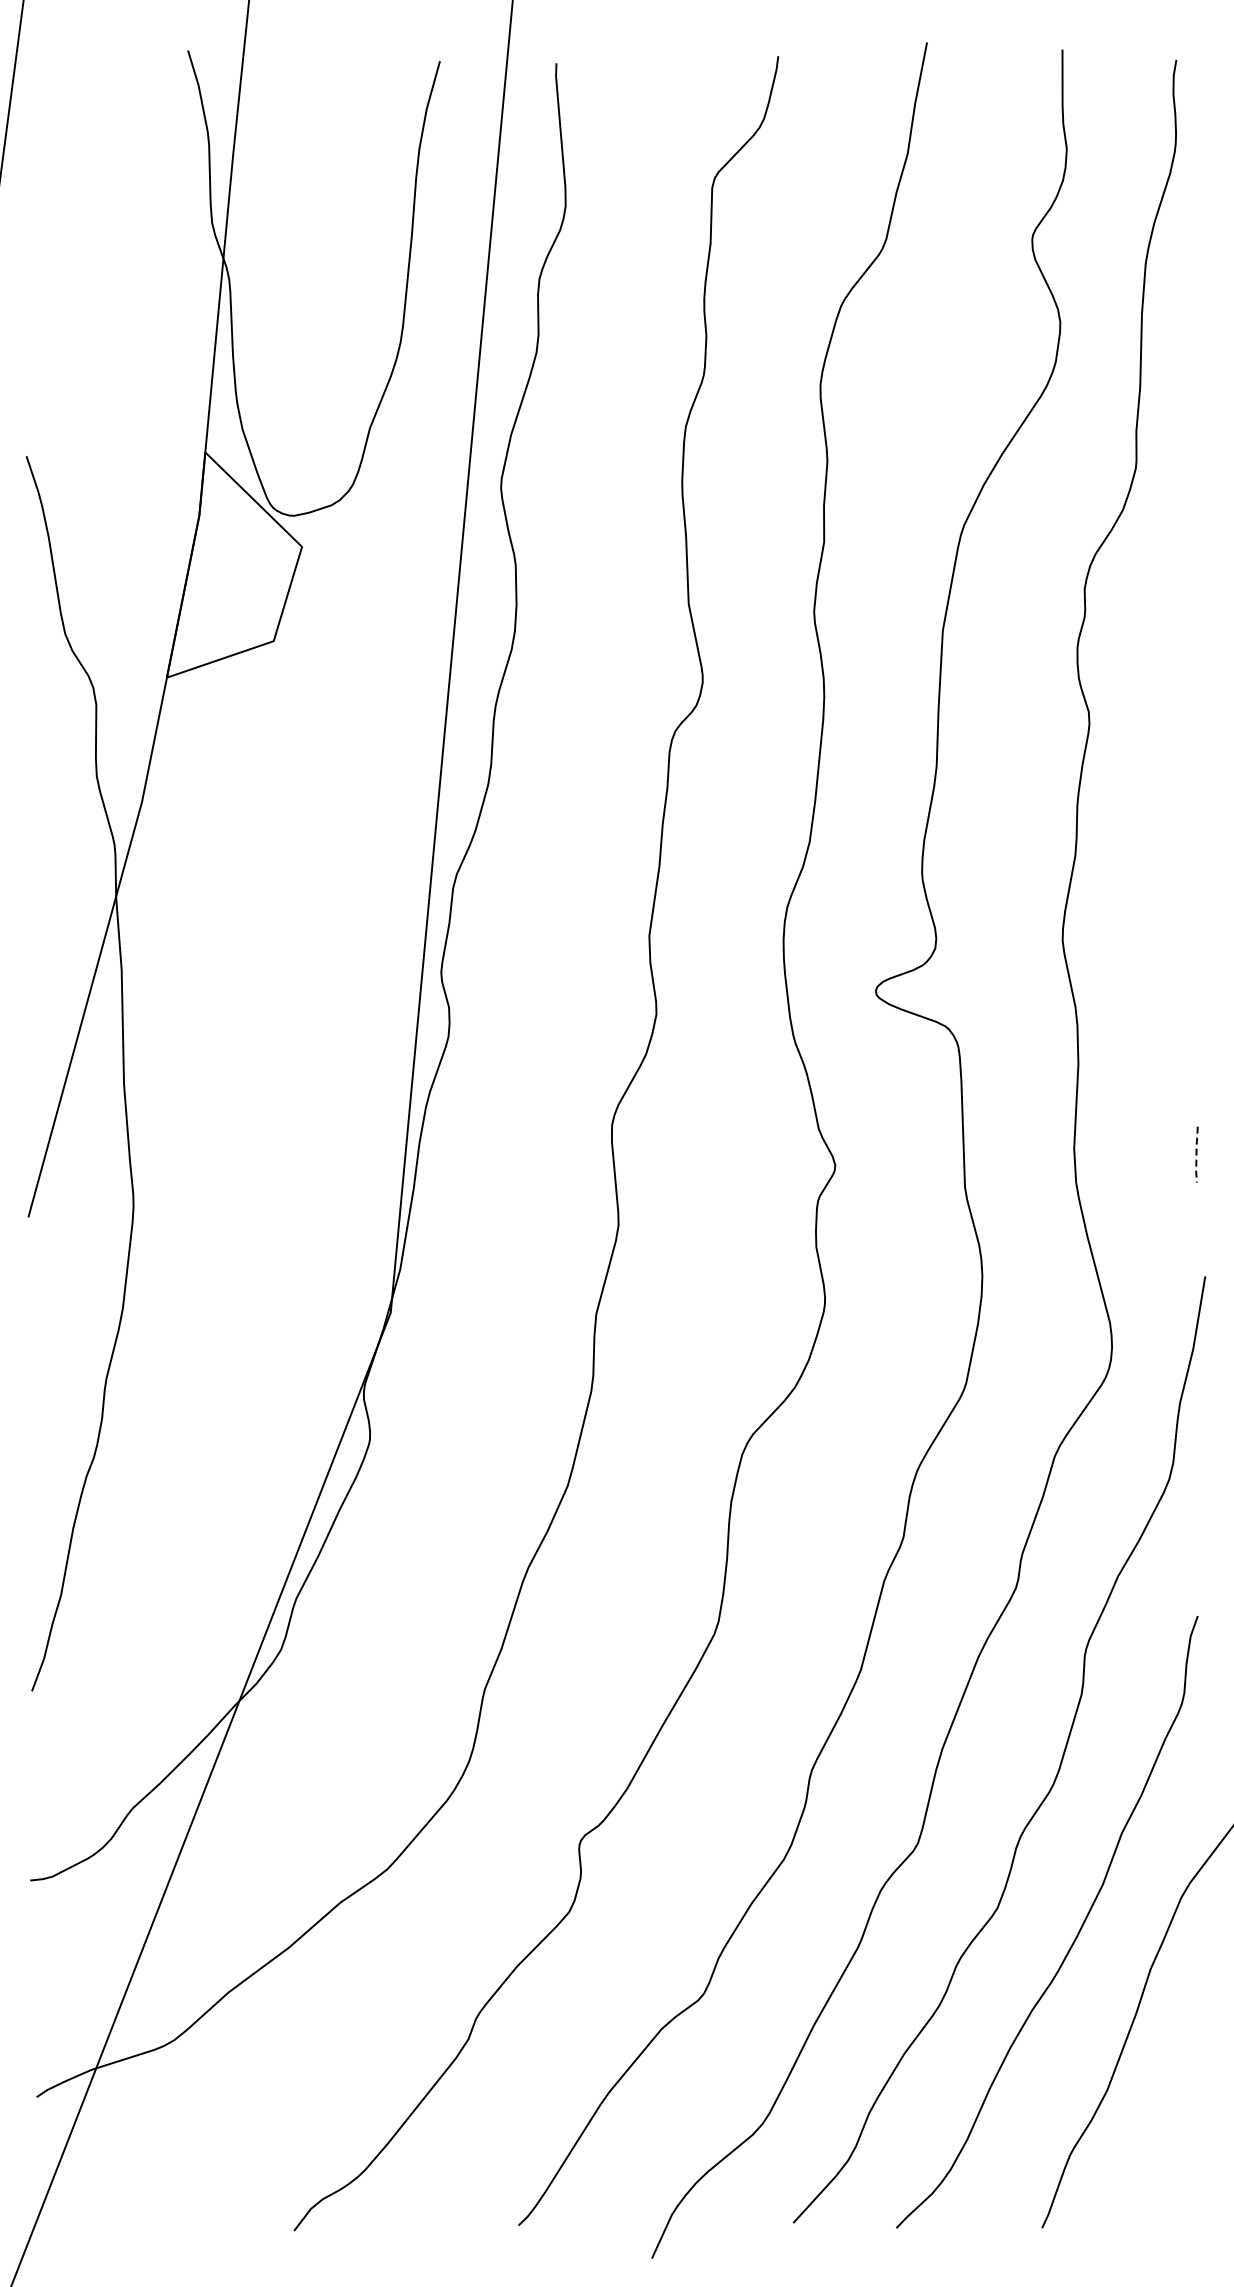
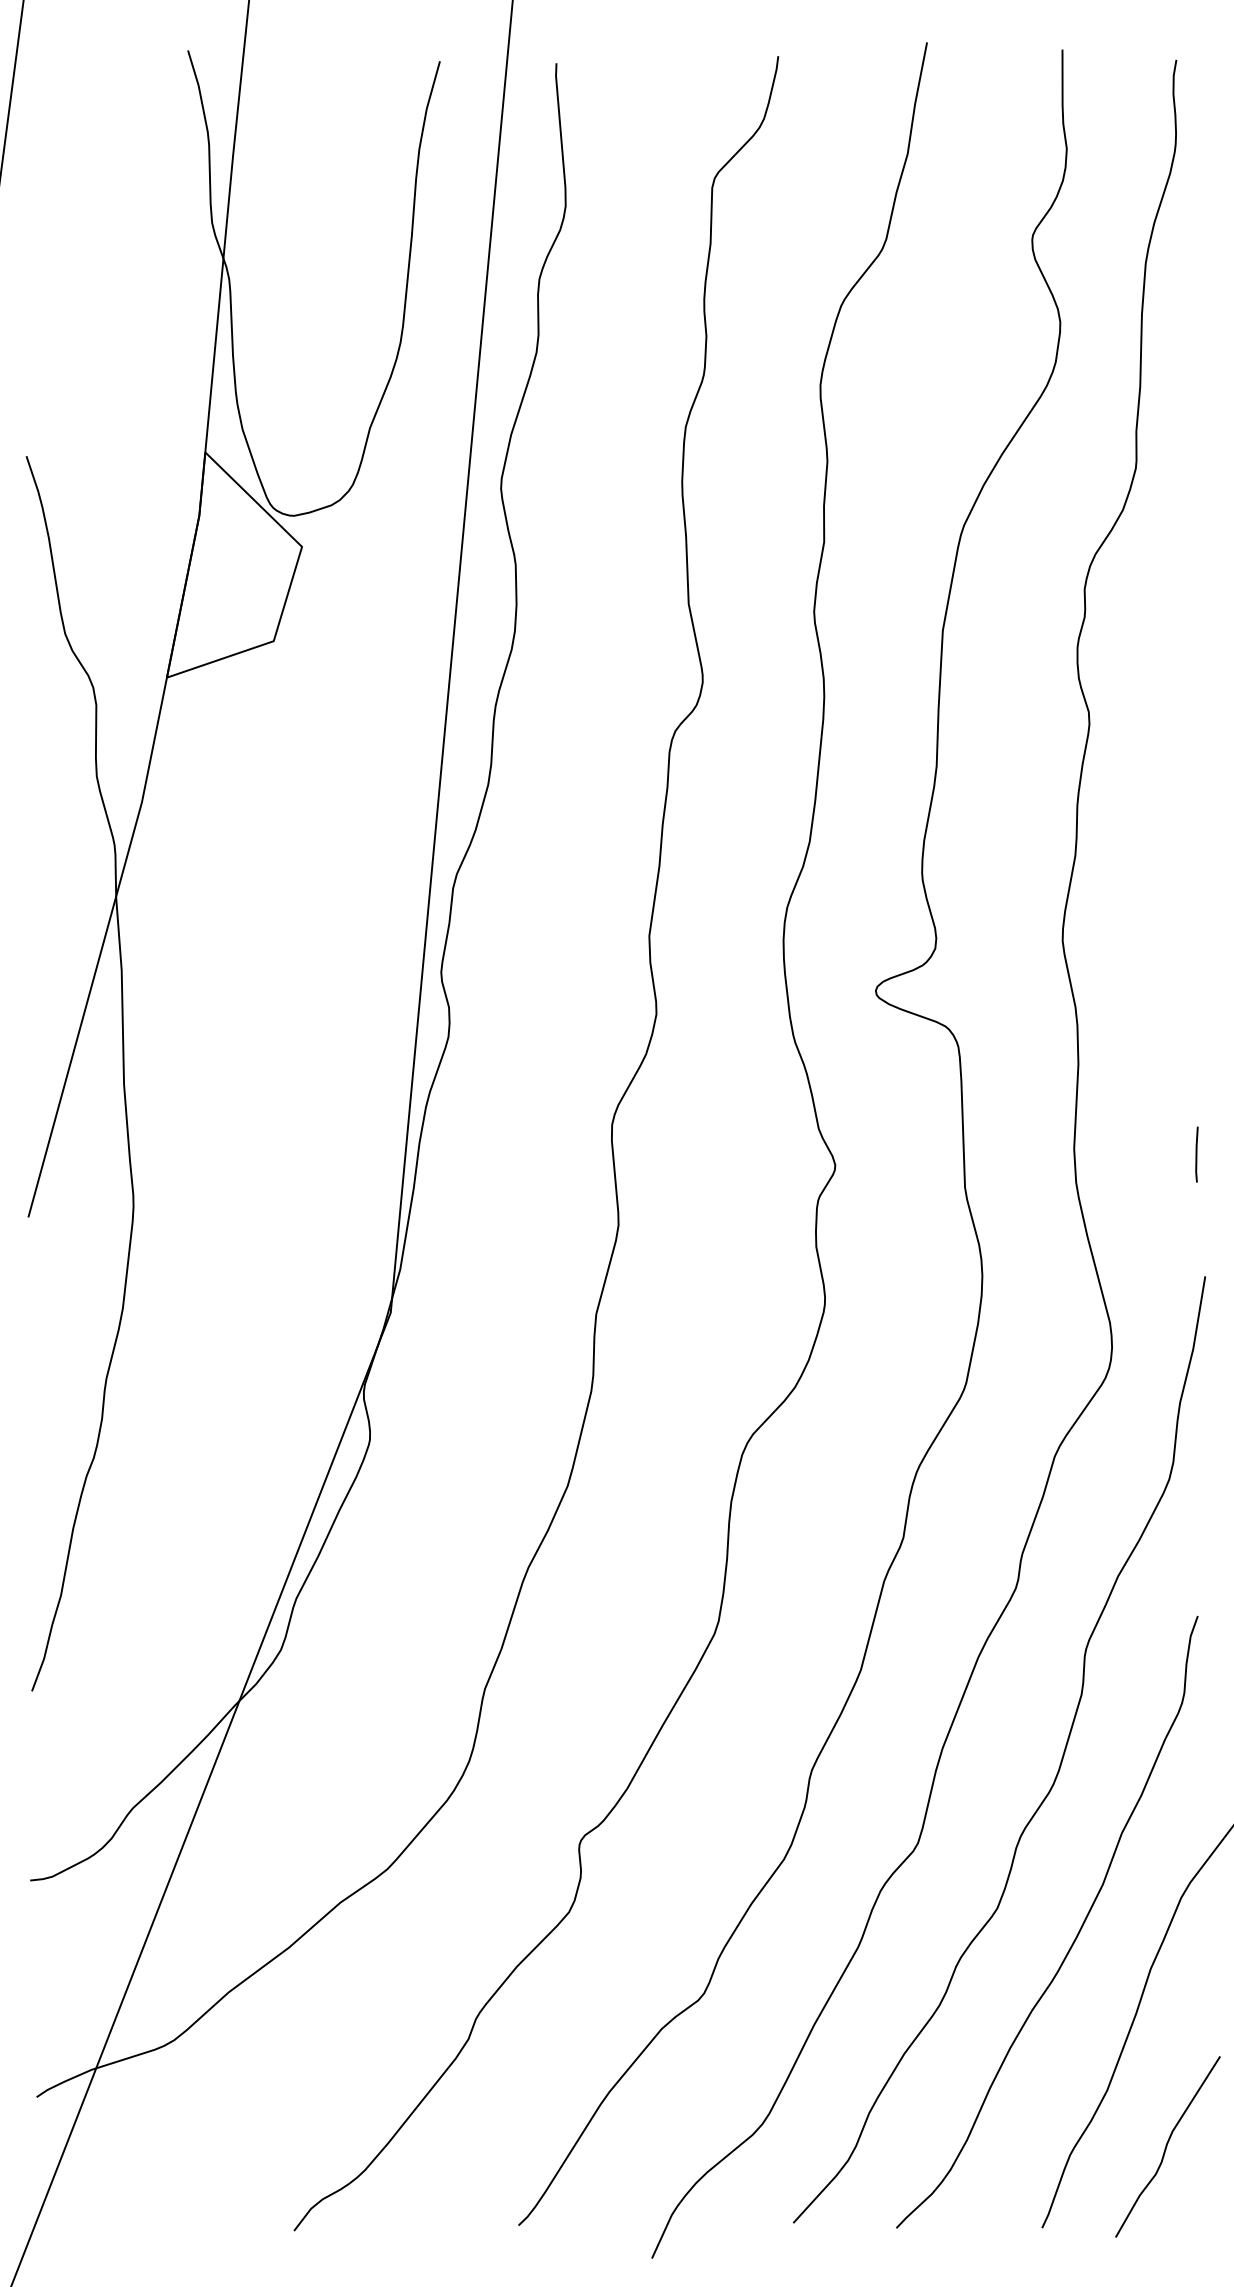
line at (1196, 1154): dashed -> solid
curve at (1167, 2146): none -> present
